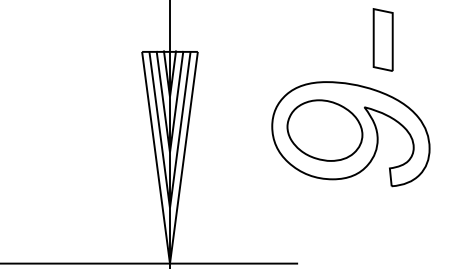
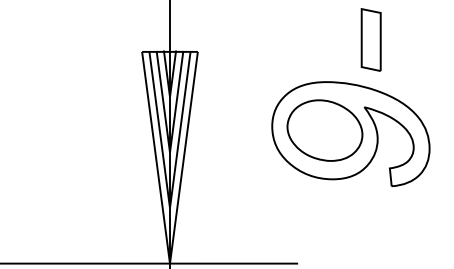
part at (382, 39) position: (382, 39) -> (370, 39)
